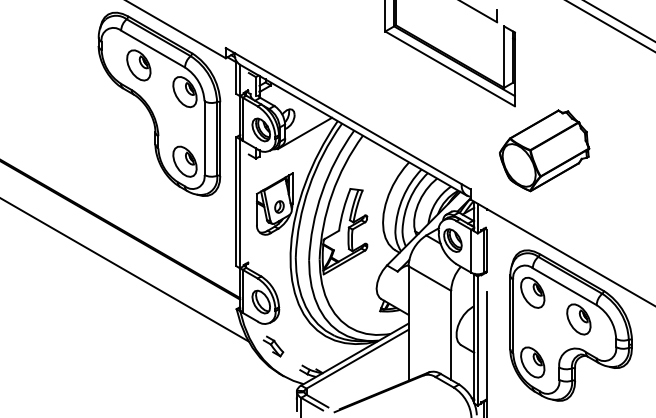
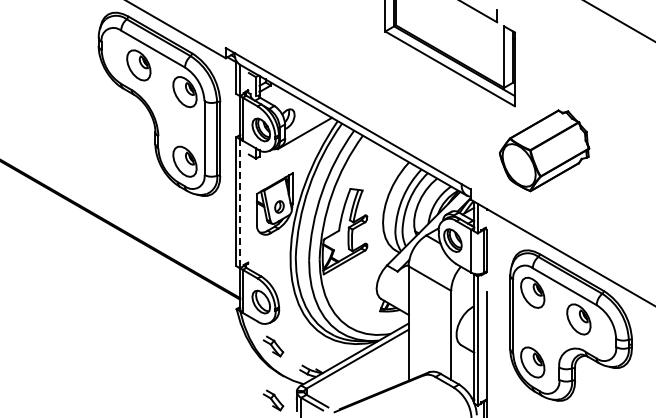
line at (610, 26): present -> none
line at (240, 203): solid -> dashed
line at (125, 270): present -> none
part at (273, 400): none -> present
